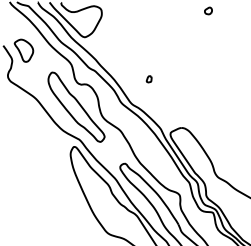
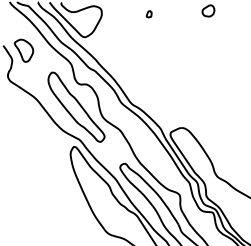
part at (208, 10) size: 9x10 px -> 15x14 px
part at (148, 79) position: (148, 79) -> (148, 14)
